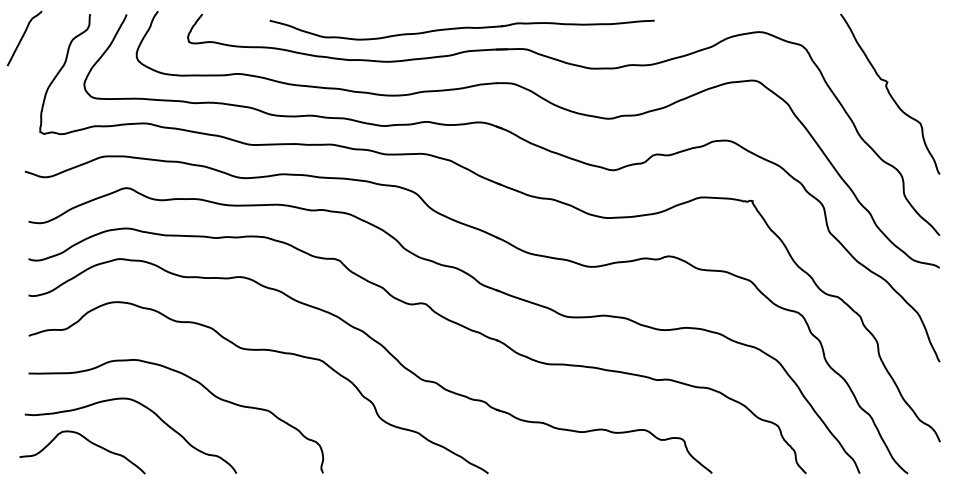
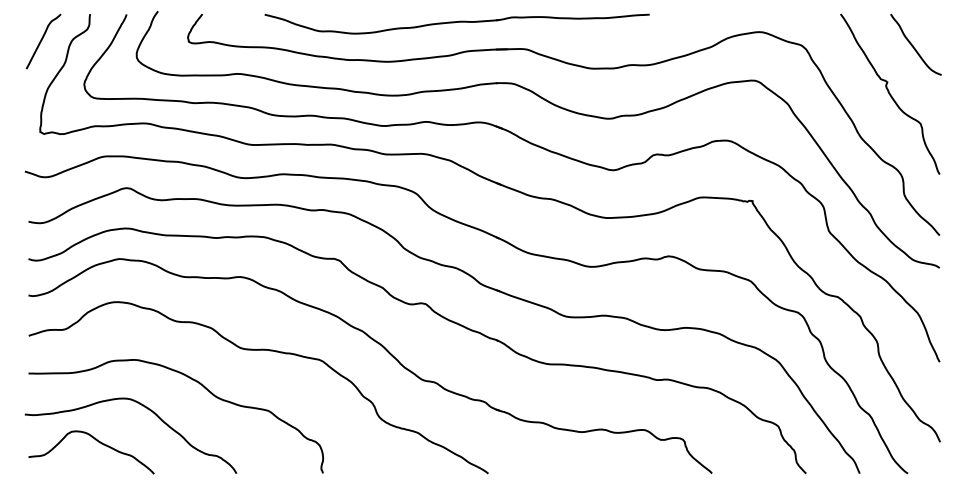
part at (461, 29) position: (461, 29) -> (456, 23)
curve at (23, 37) position: (23, 37) -> (42, 40)
curve at (913, 45): none -> present
curve at (89, 442) position: (89, 442) -> (98, 442)
